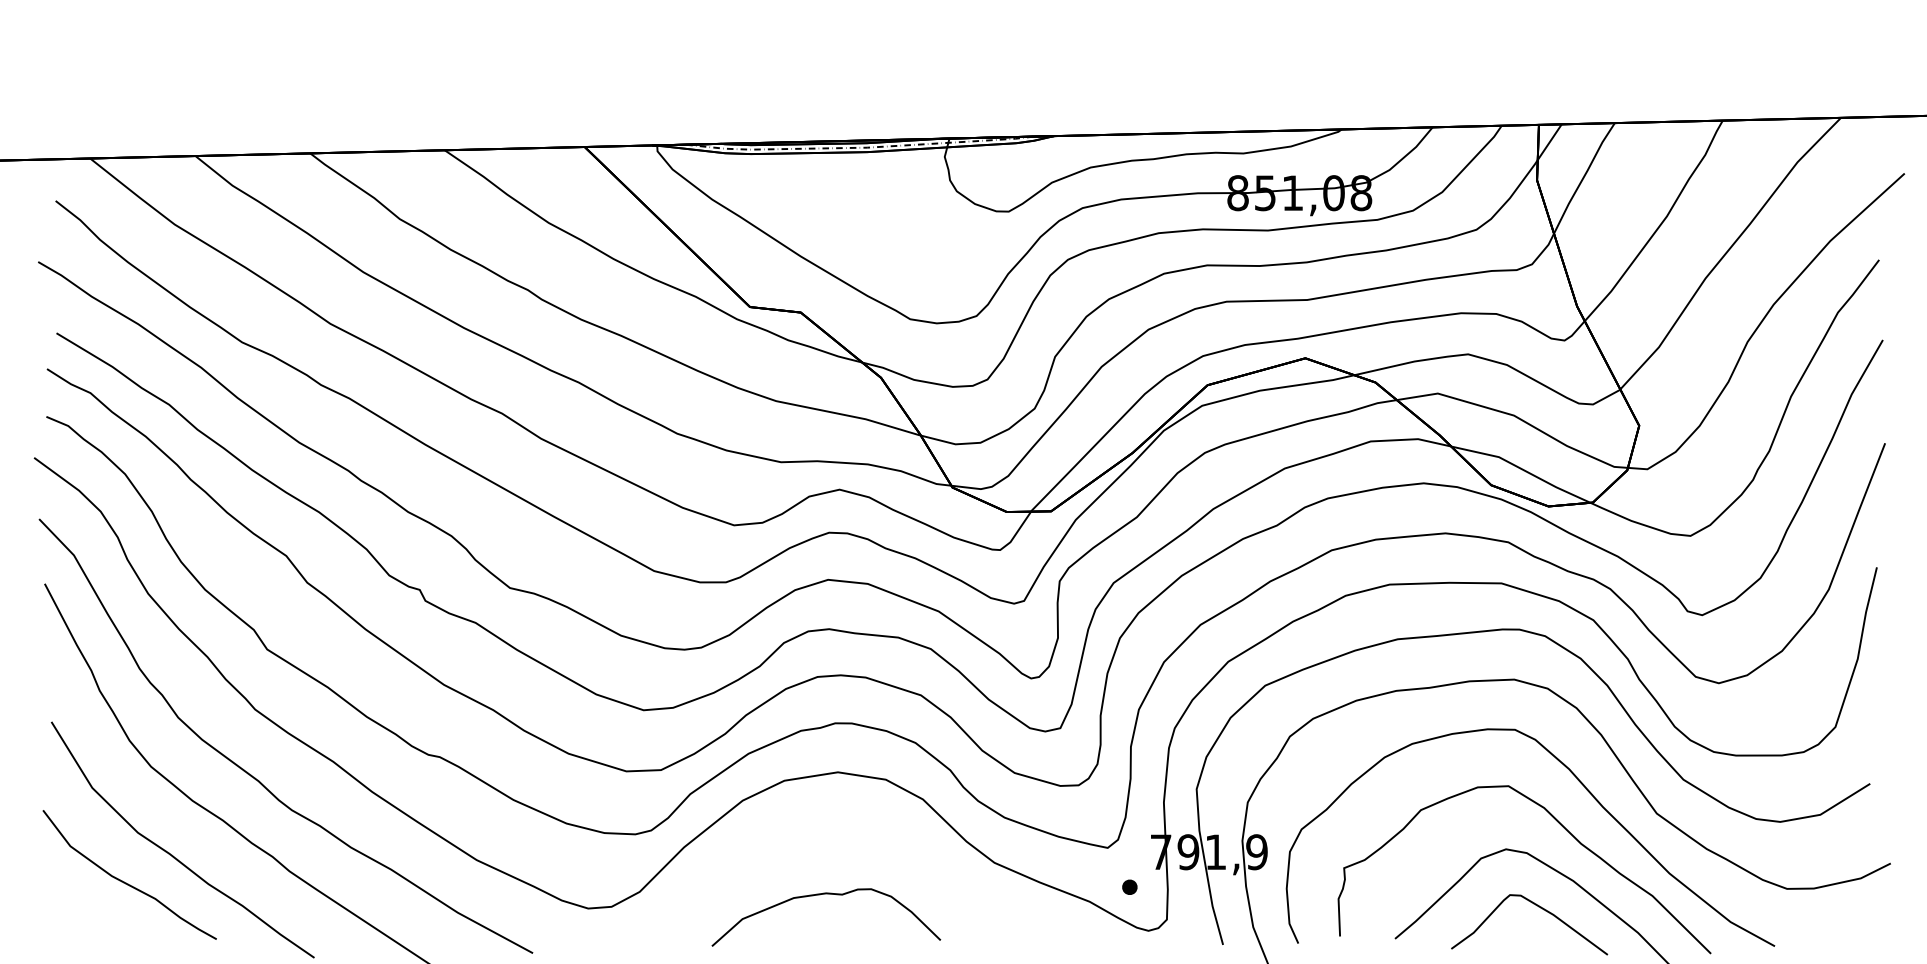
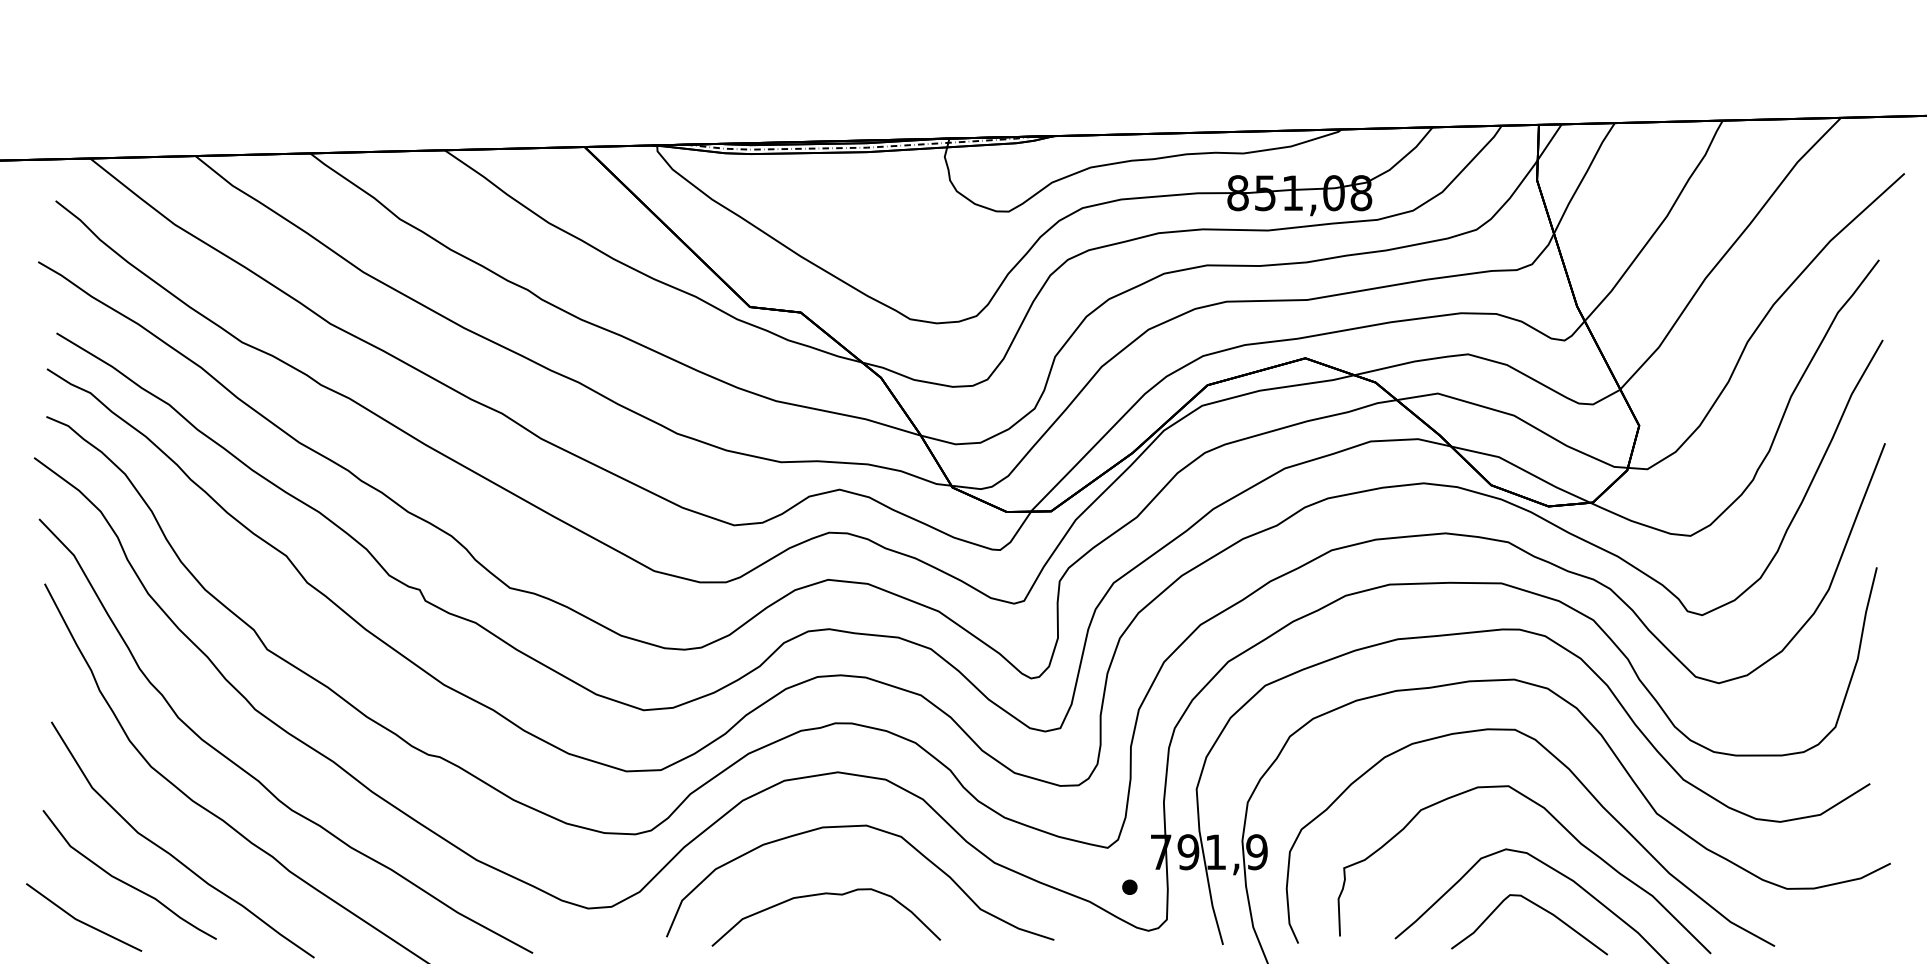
curve at (877, 830): none -> present
line at (83, 921): none -> present
